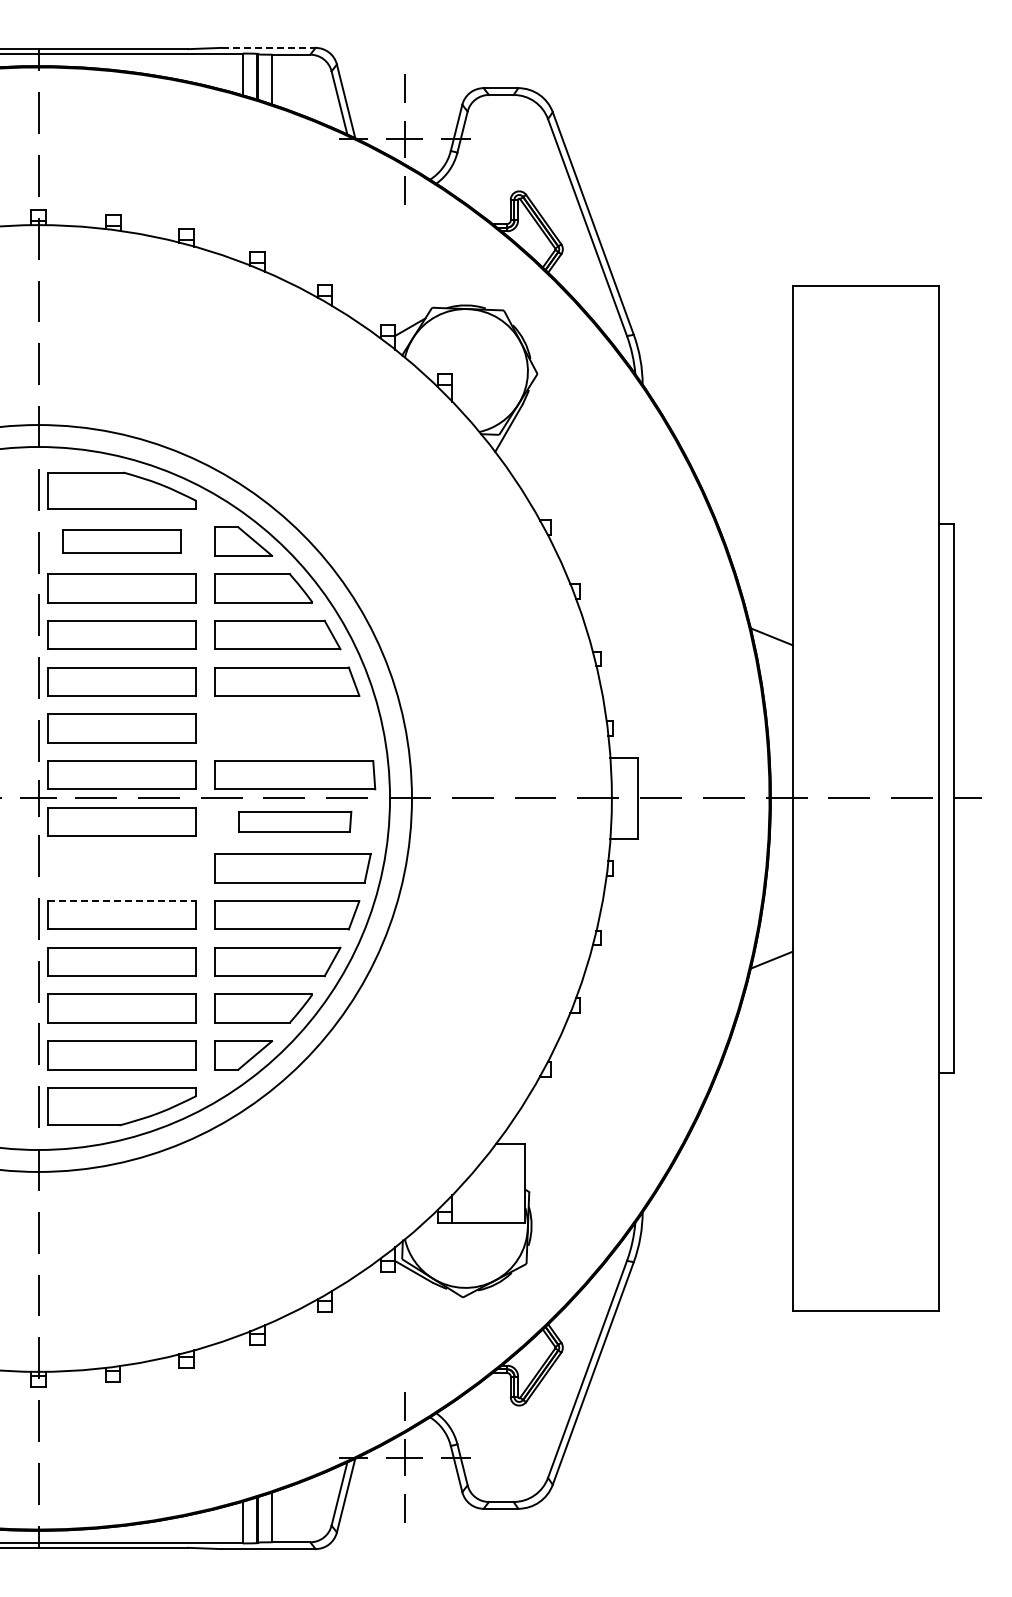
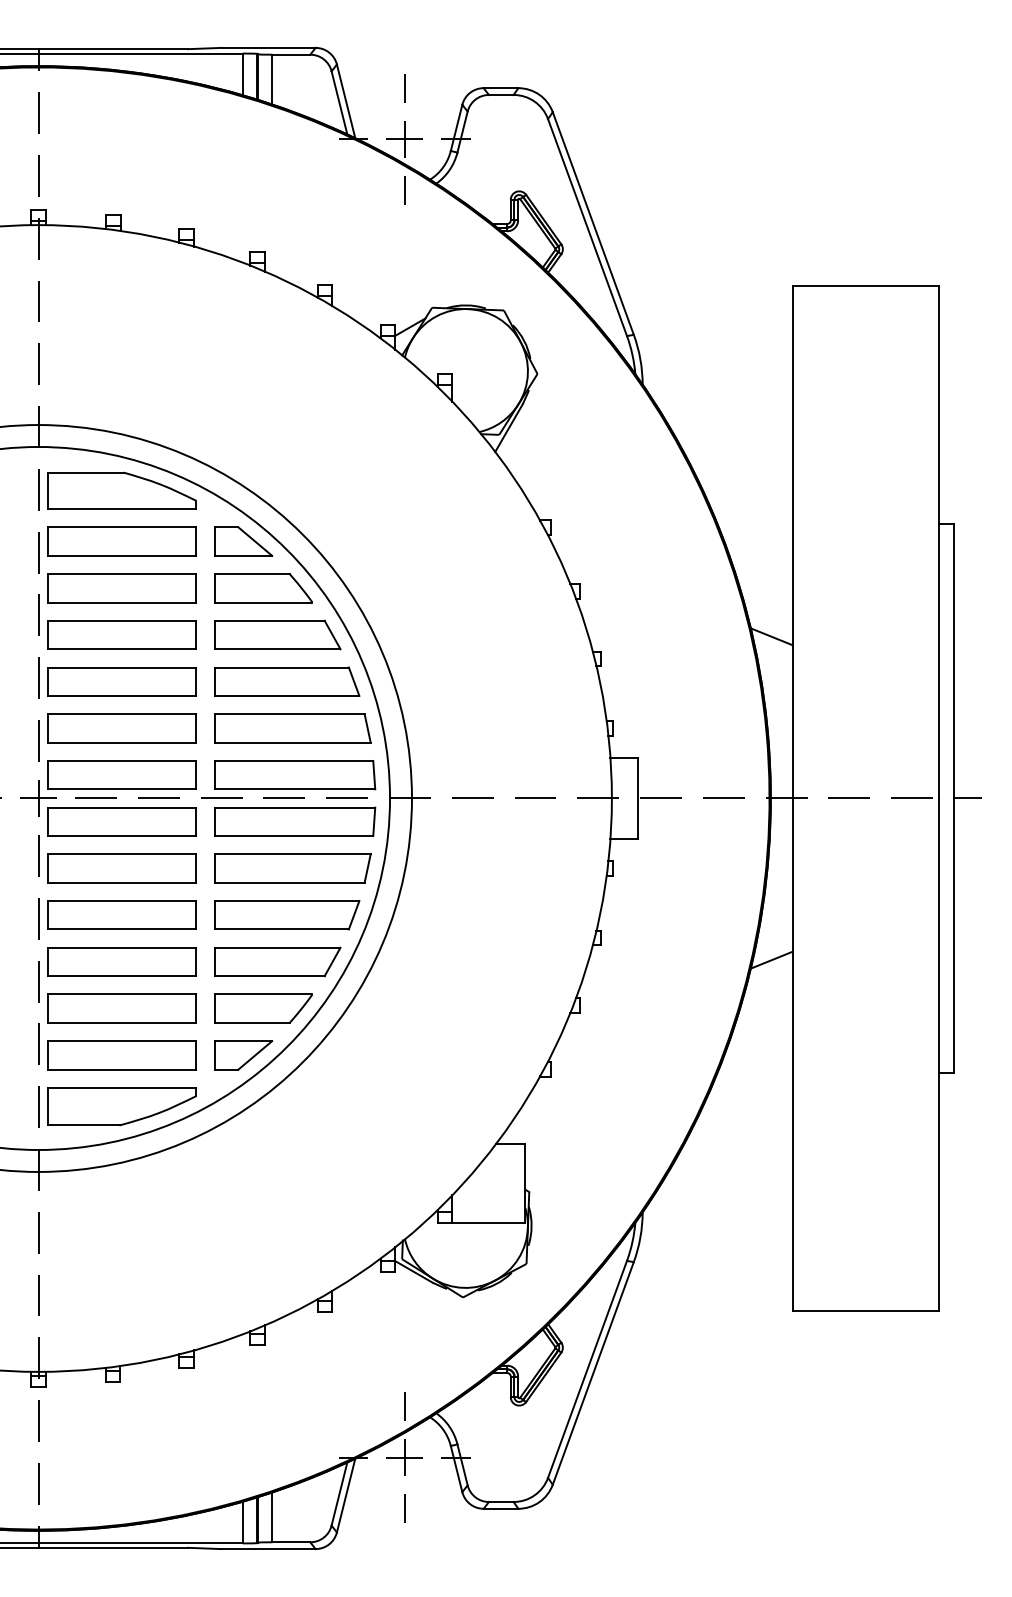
line at (269, 47): dashed -> solid
part at (121, 541) size: 120x25 px -> 150x31 px
part at (292, 728): none -> present
part at (295, 821) size: 115x23 px -> 163x31 px
part at (121, 868): none -> present
line at (122, 901): dashed -> solid
